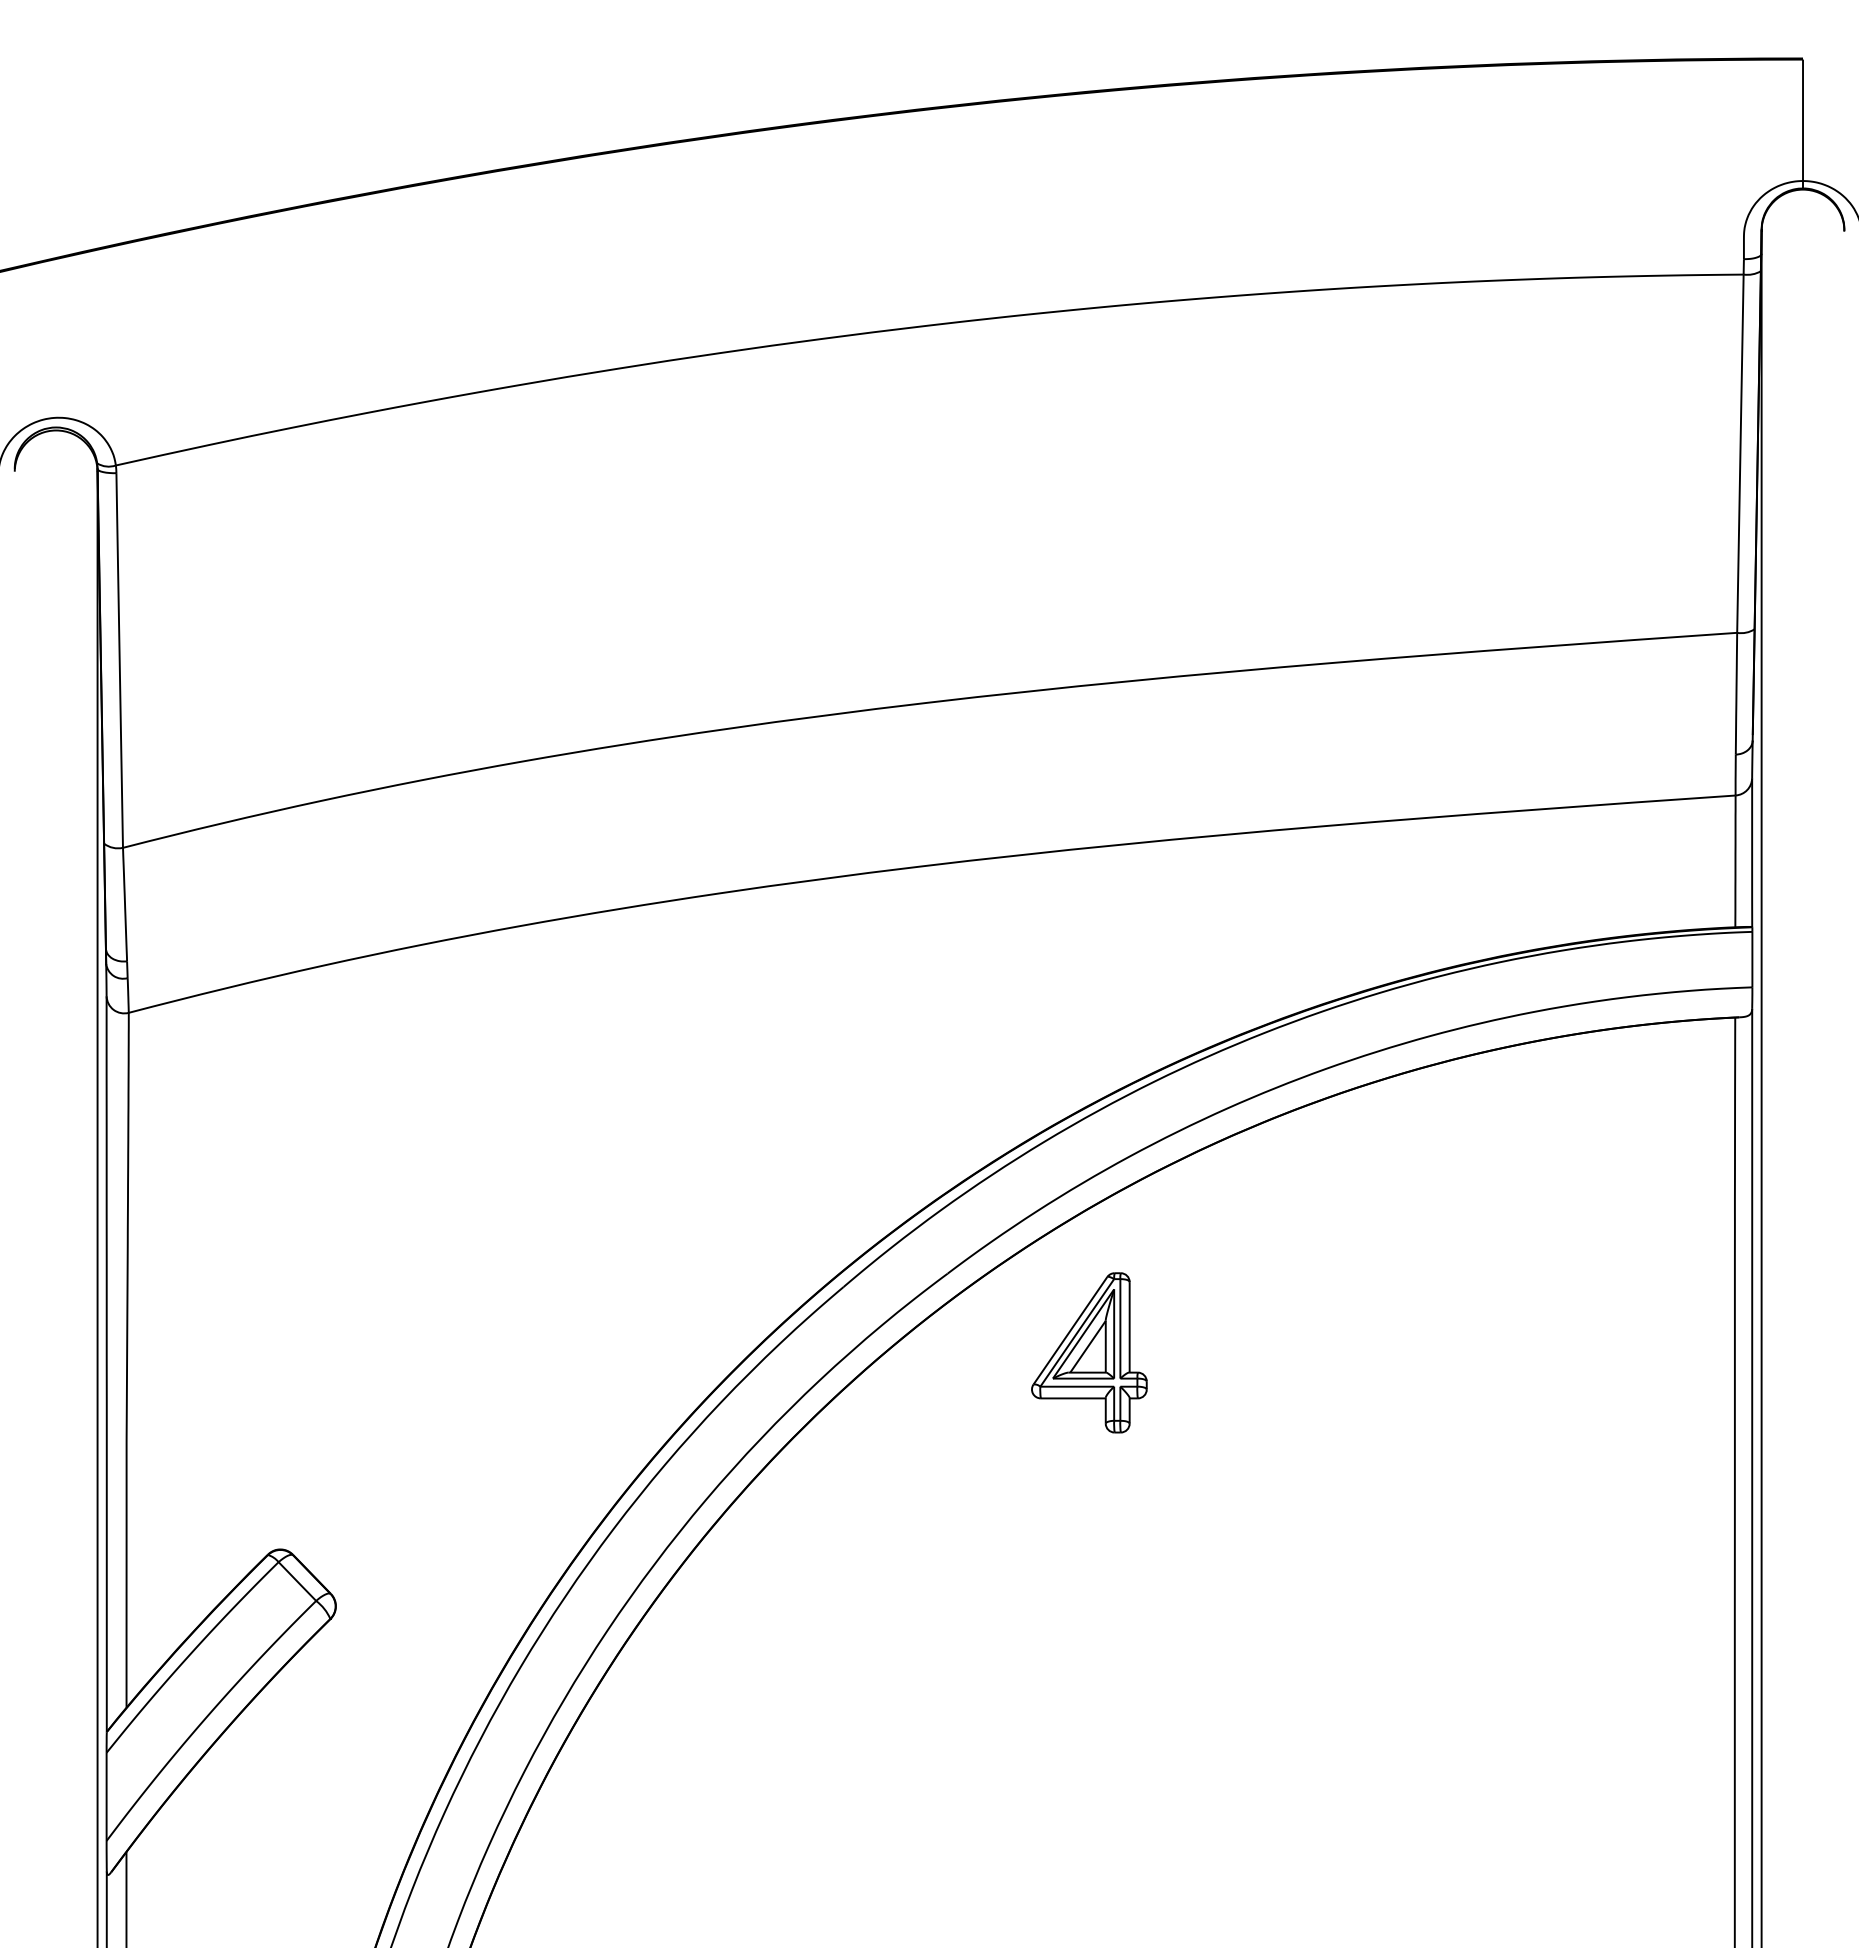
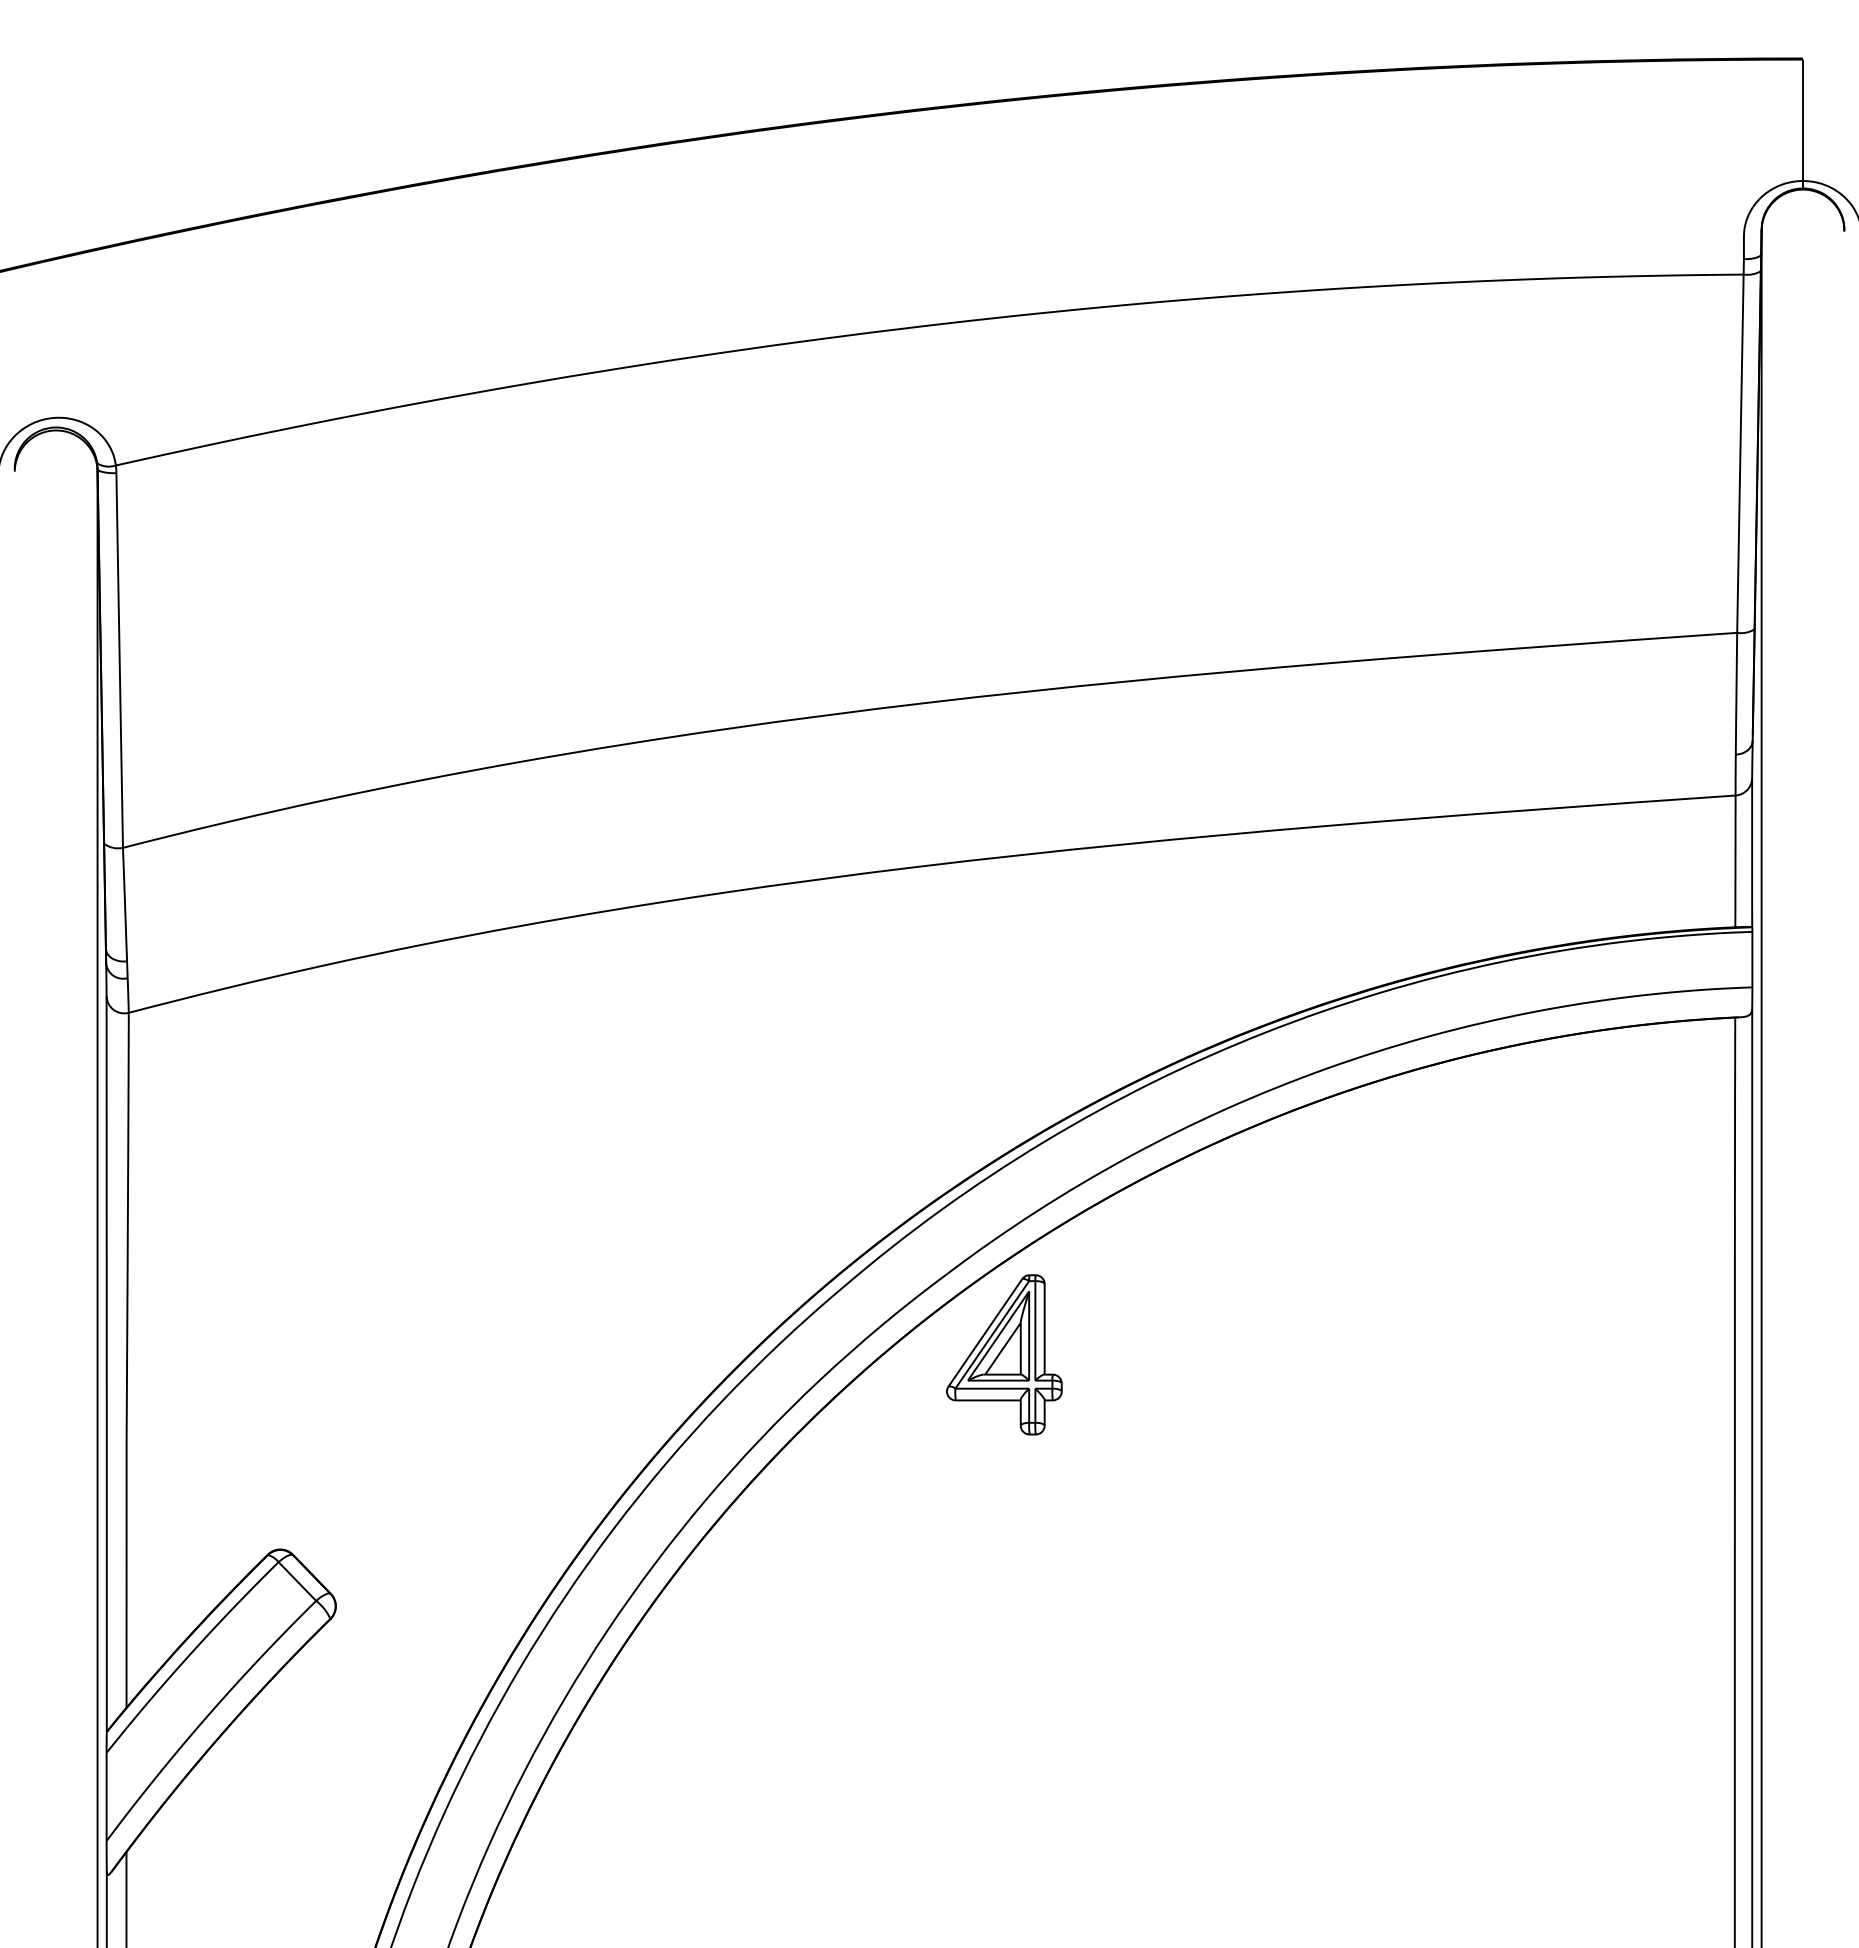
part at (1089, 1352) position: (1089, 1352) -> (1004, 1354)
